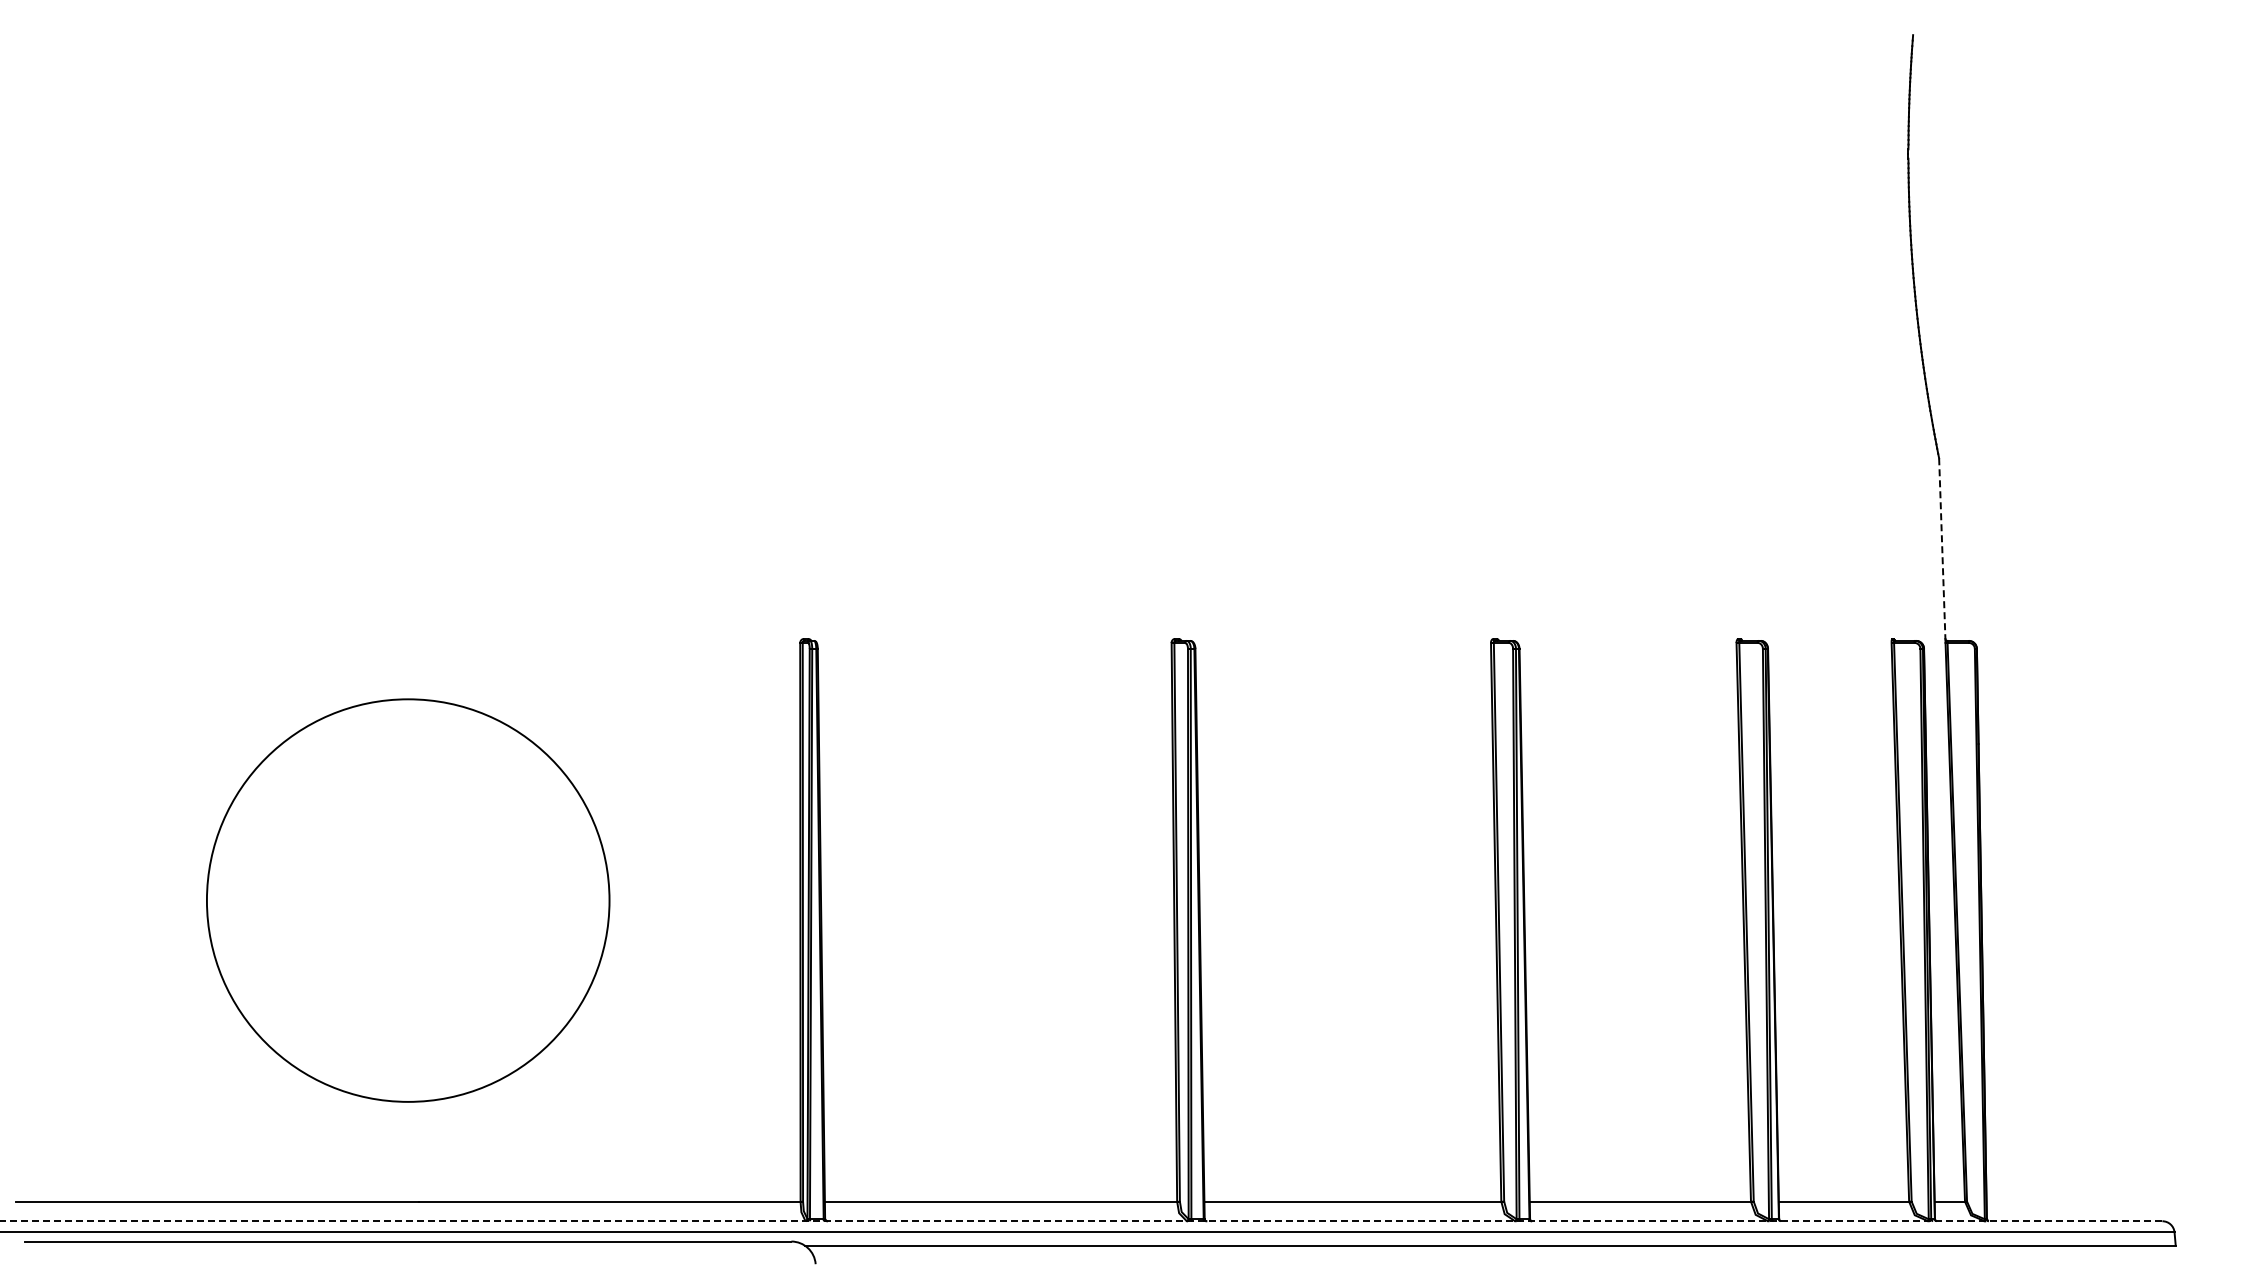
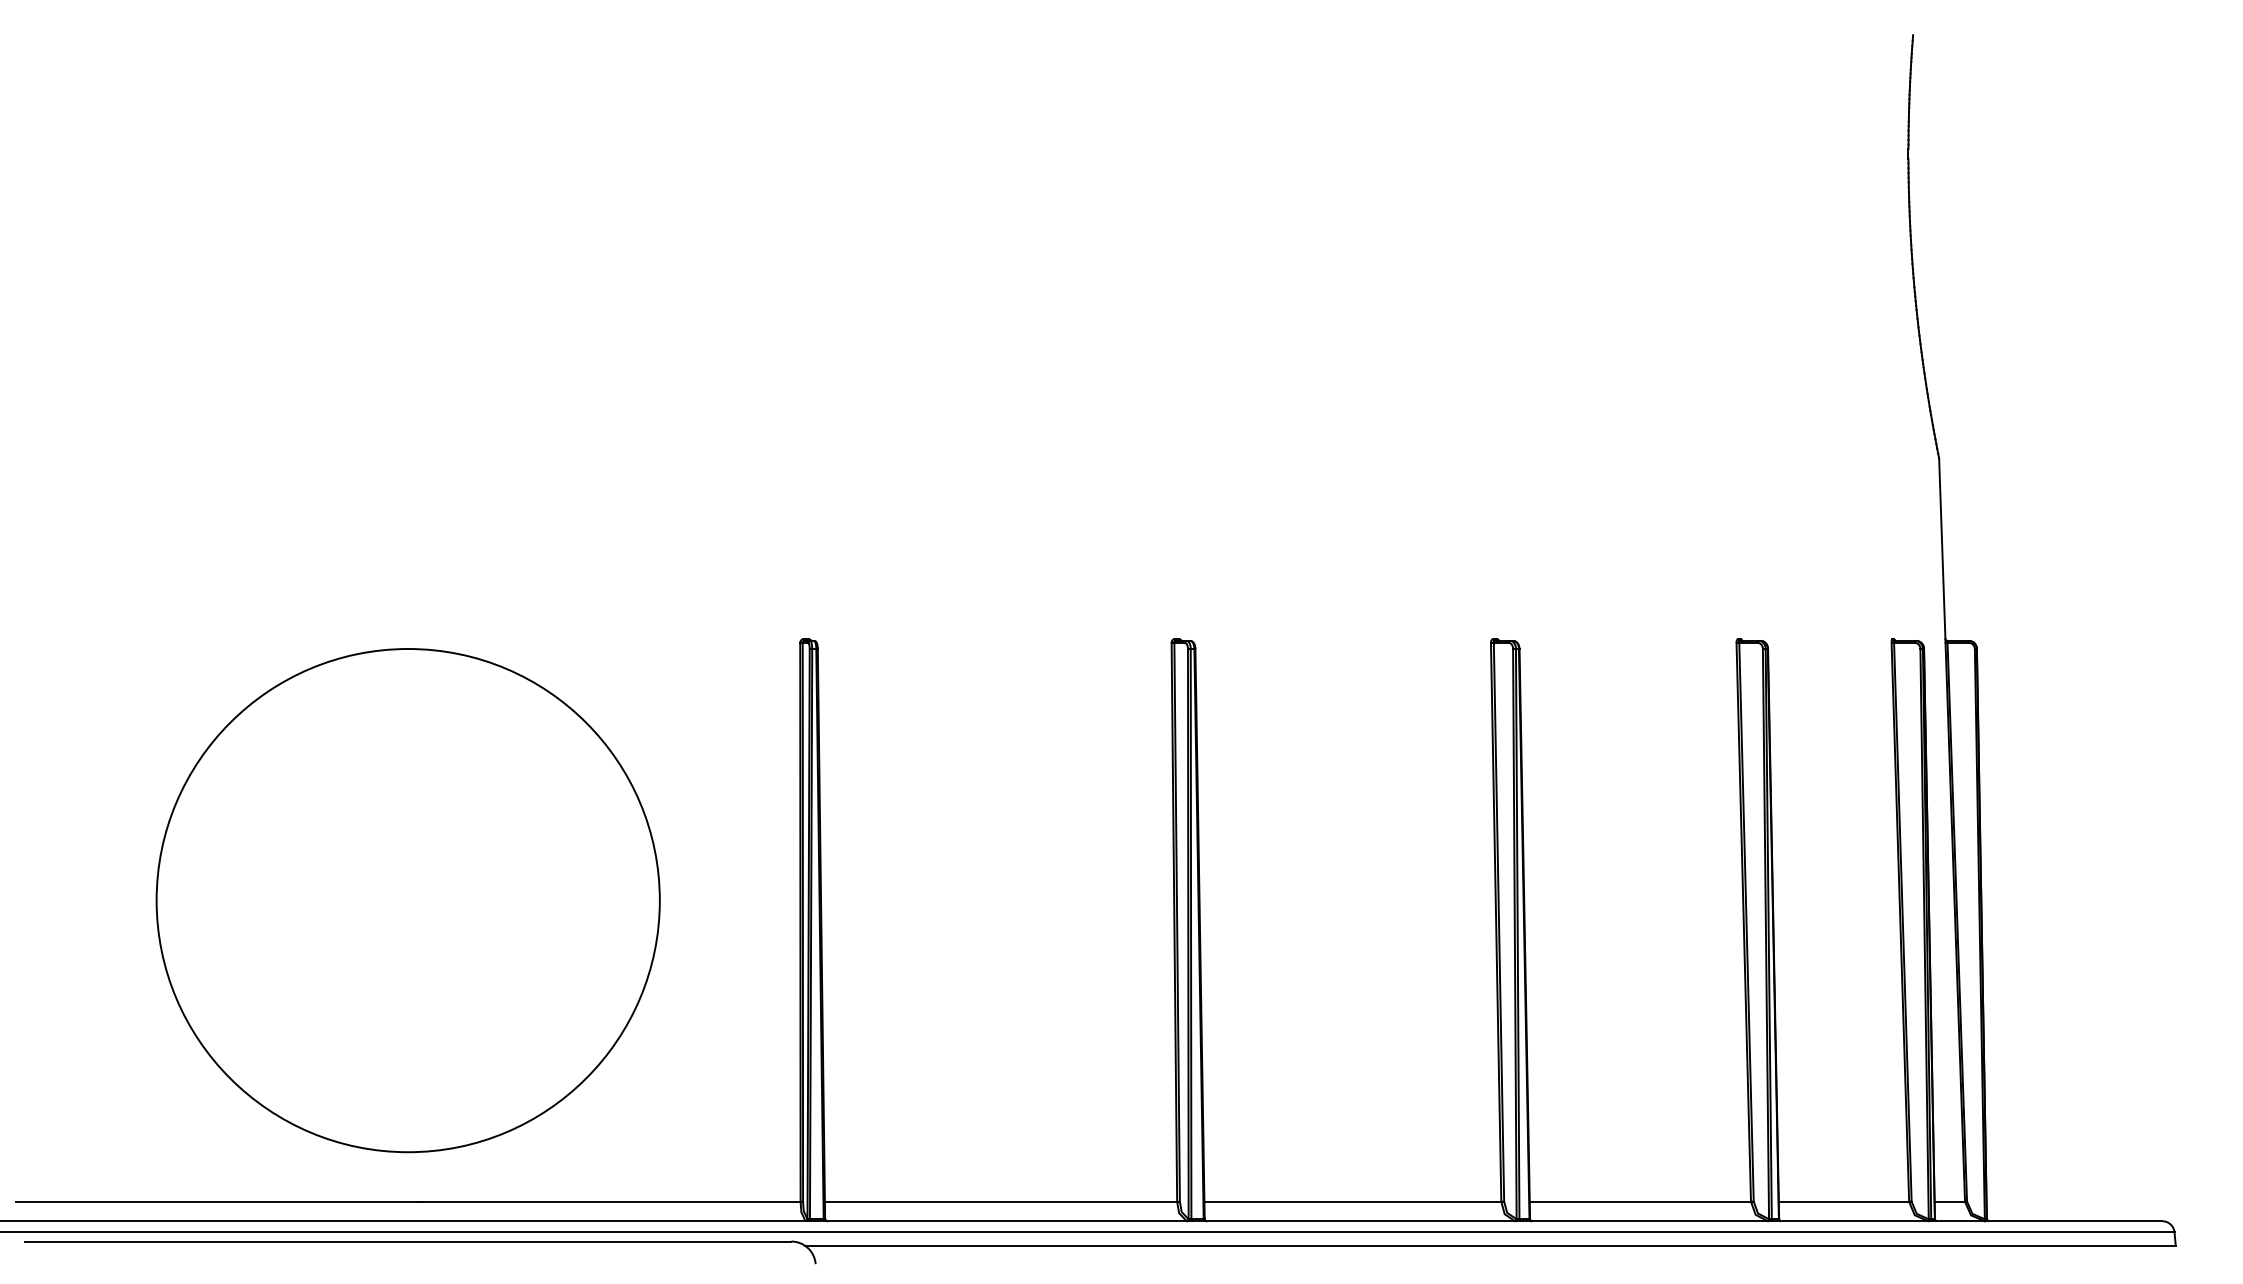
line at (1942, 549): dashed -> solid
circle at (407, 900) diameter: 403 px -> 503 px
line at (1081, 1221): dashed -> solid
